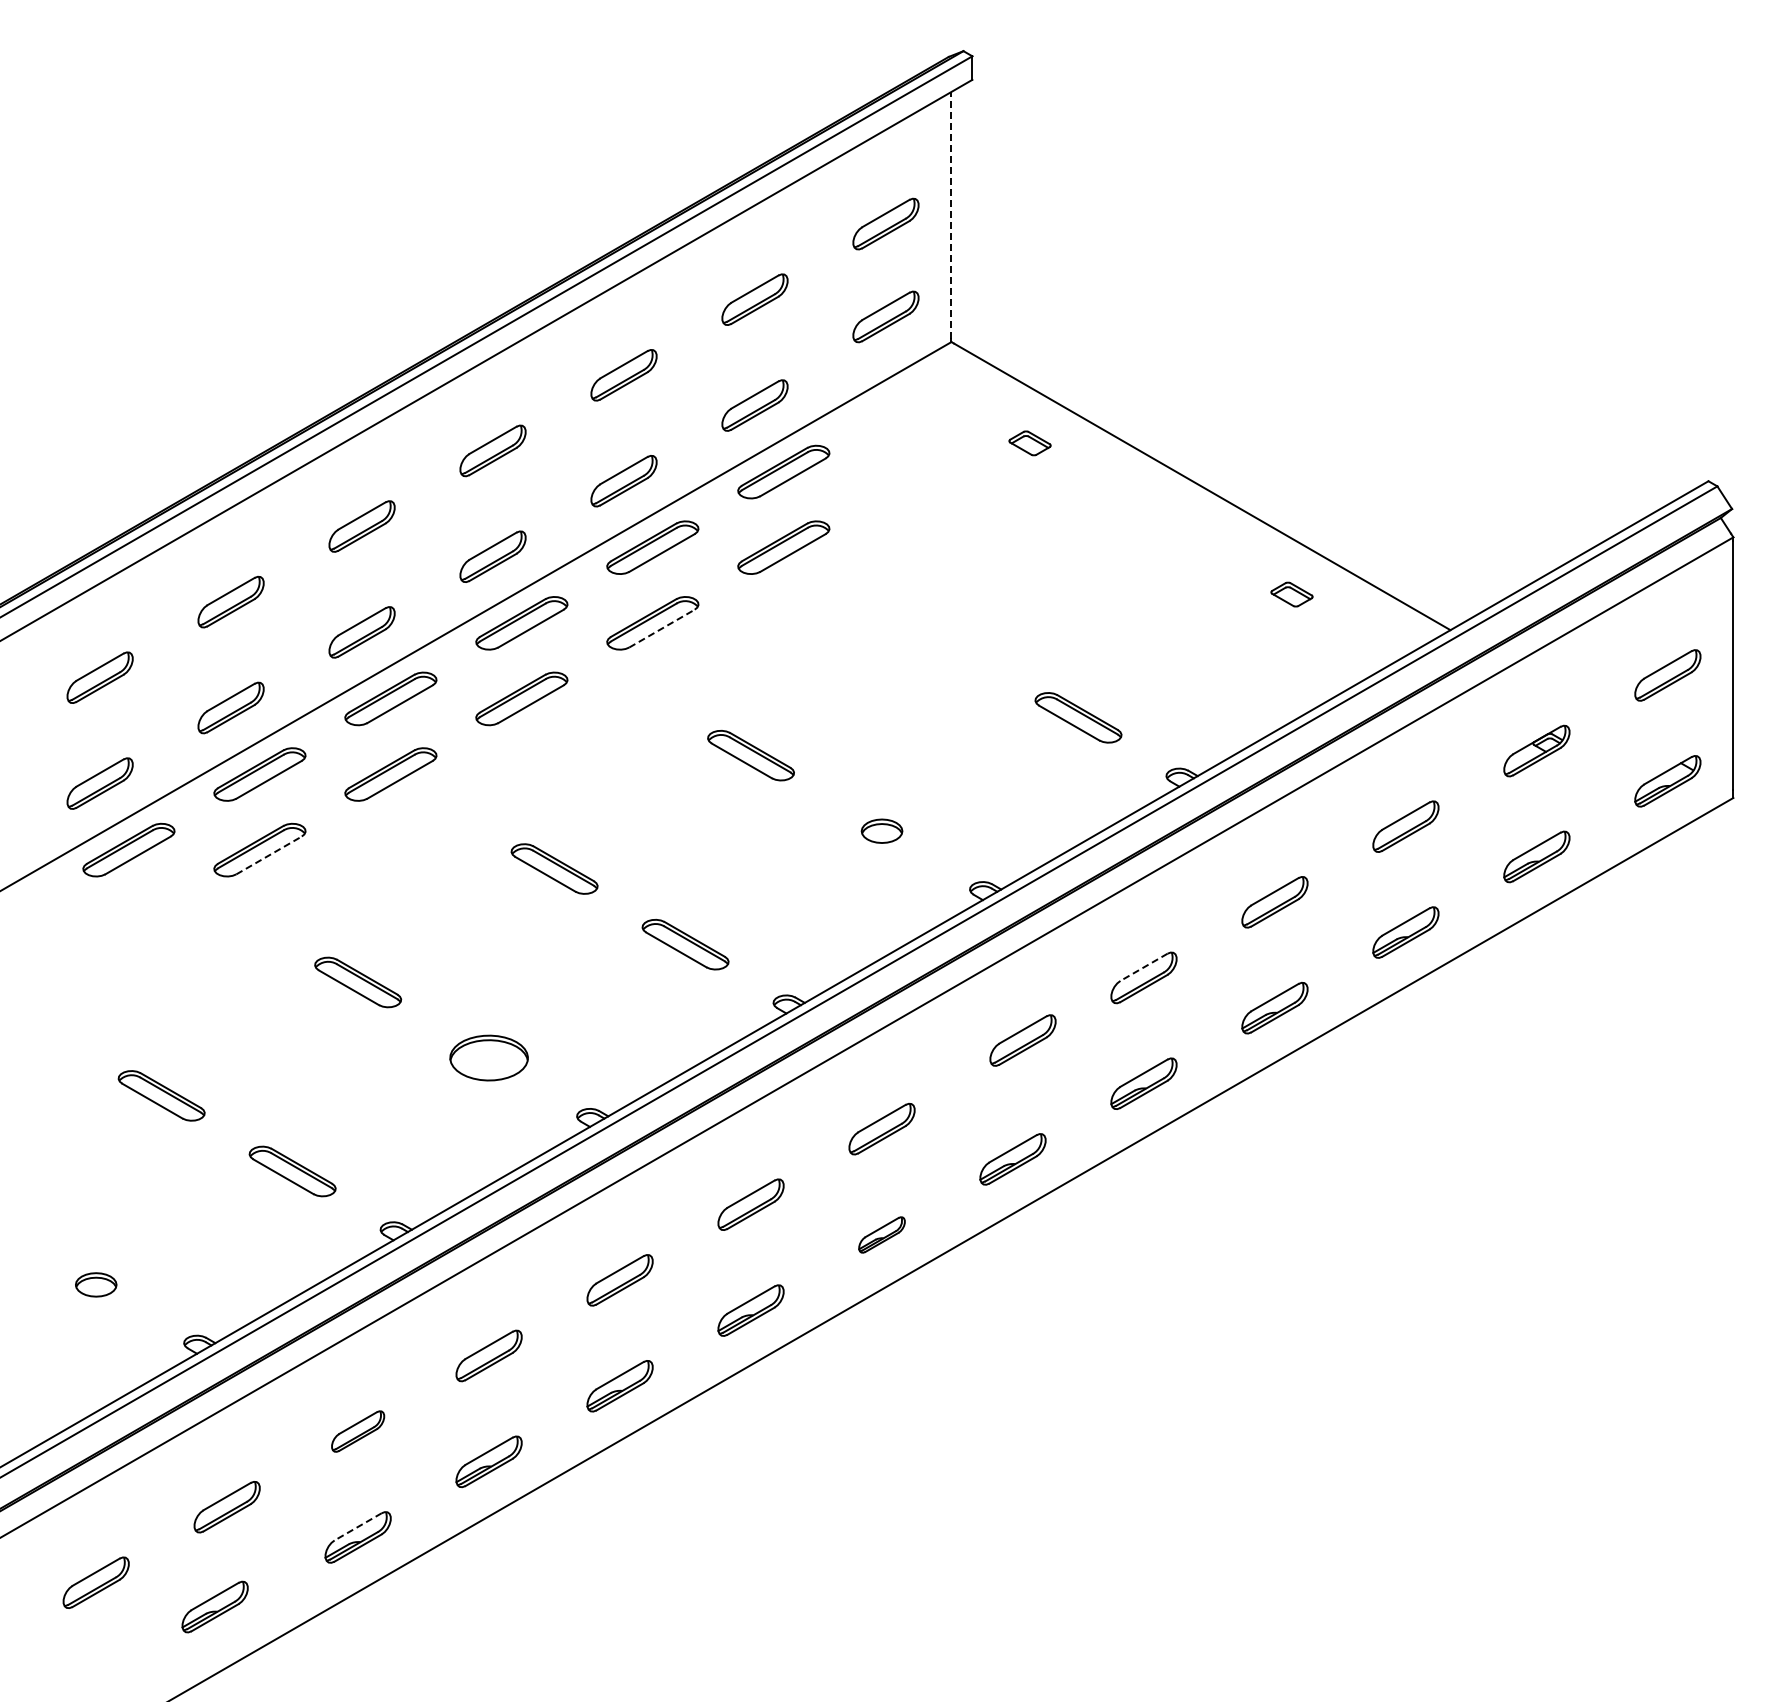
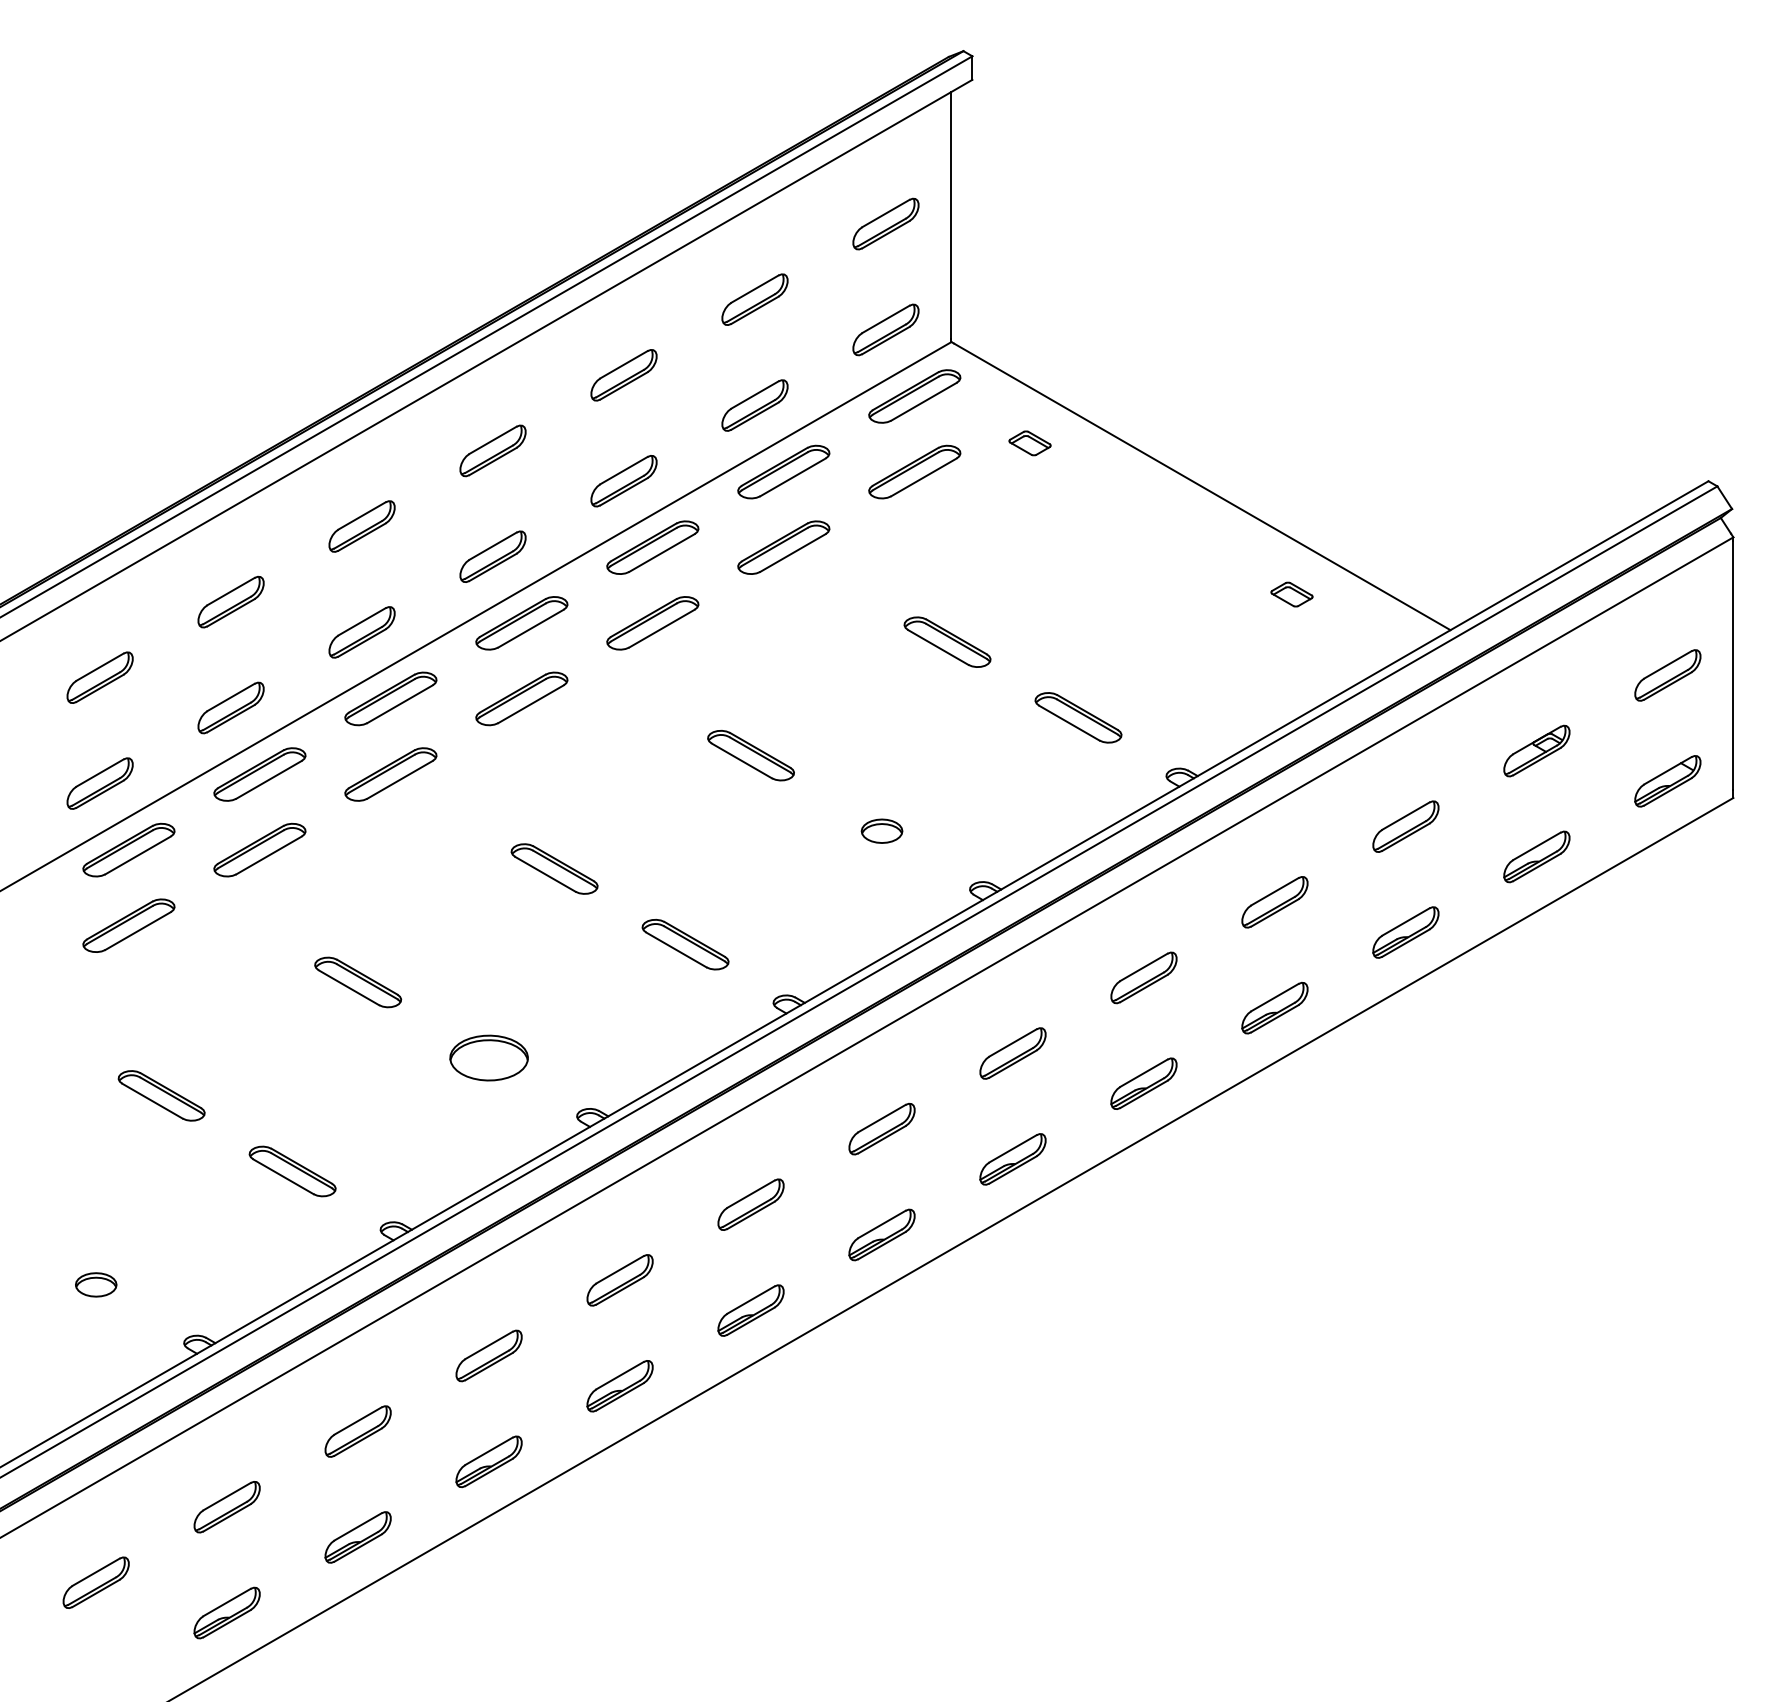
line at (951, 215): dashed -> solid
part at (885, 316) position: (885, 316) -> (885, 329)
part at (914, 396): none -> present
part at (914, 471): none -> present
line at (662, 628): dashed -> solid
part at (947, 641): none -> present
line at (269, 855): dashed -> solid
part at (128, 925): none -> present
line at (1143, 967): dashed -> solid
part at (1022, 1040) position: (1022, 1040) -> (1012, 1053)
part at (881, 1234) size: 48x38 px -> 68x54 px
part at (358, 1431) size: 55x43 px -> 68x53 px
line at (357, 1527): dashed -> solid
part at (214, 1606) position: (214, 1606) -> (226, 1612)
